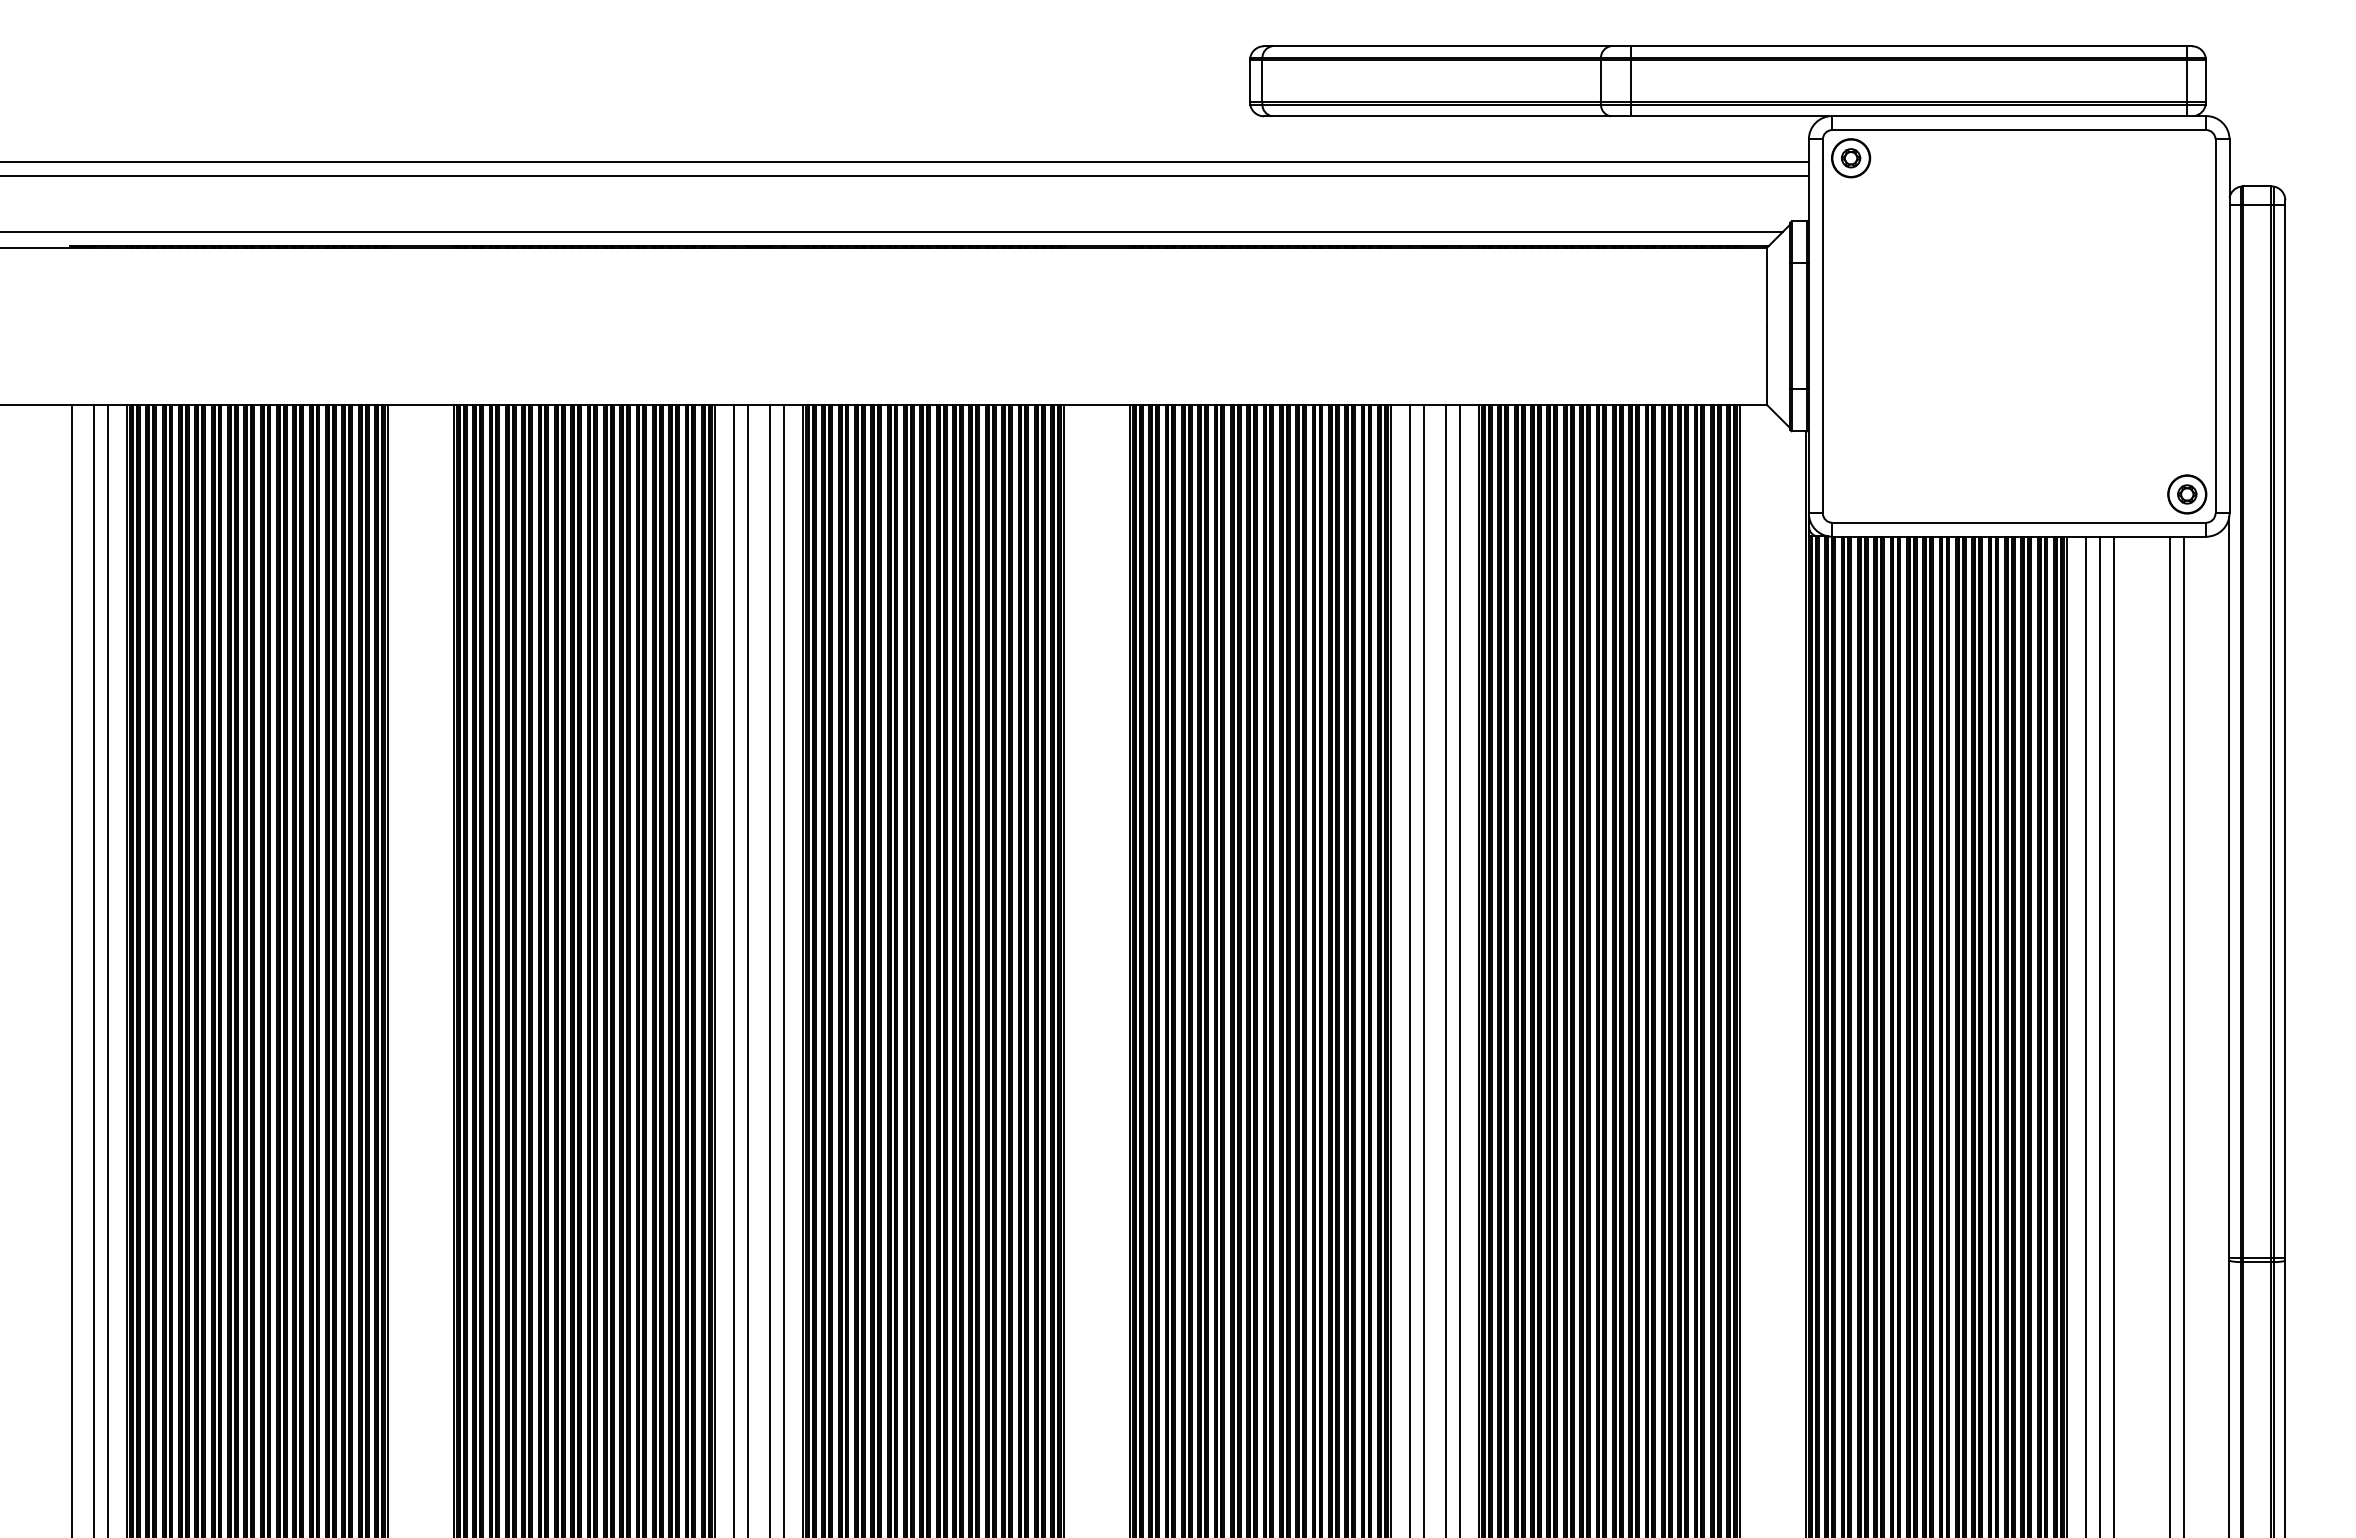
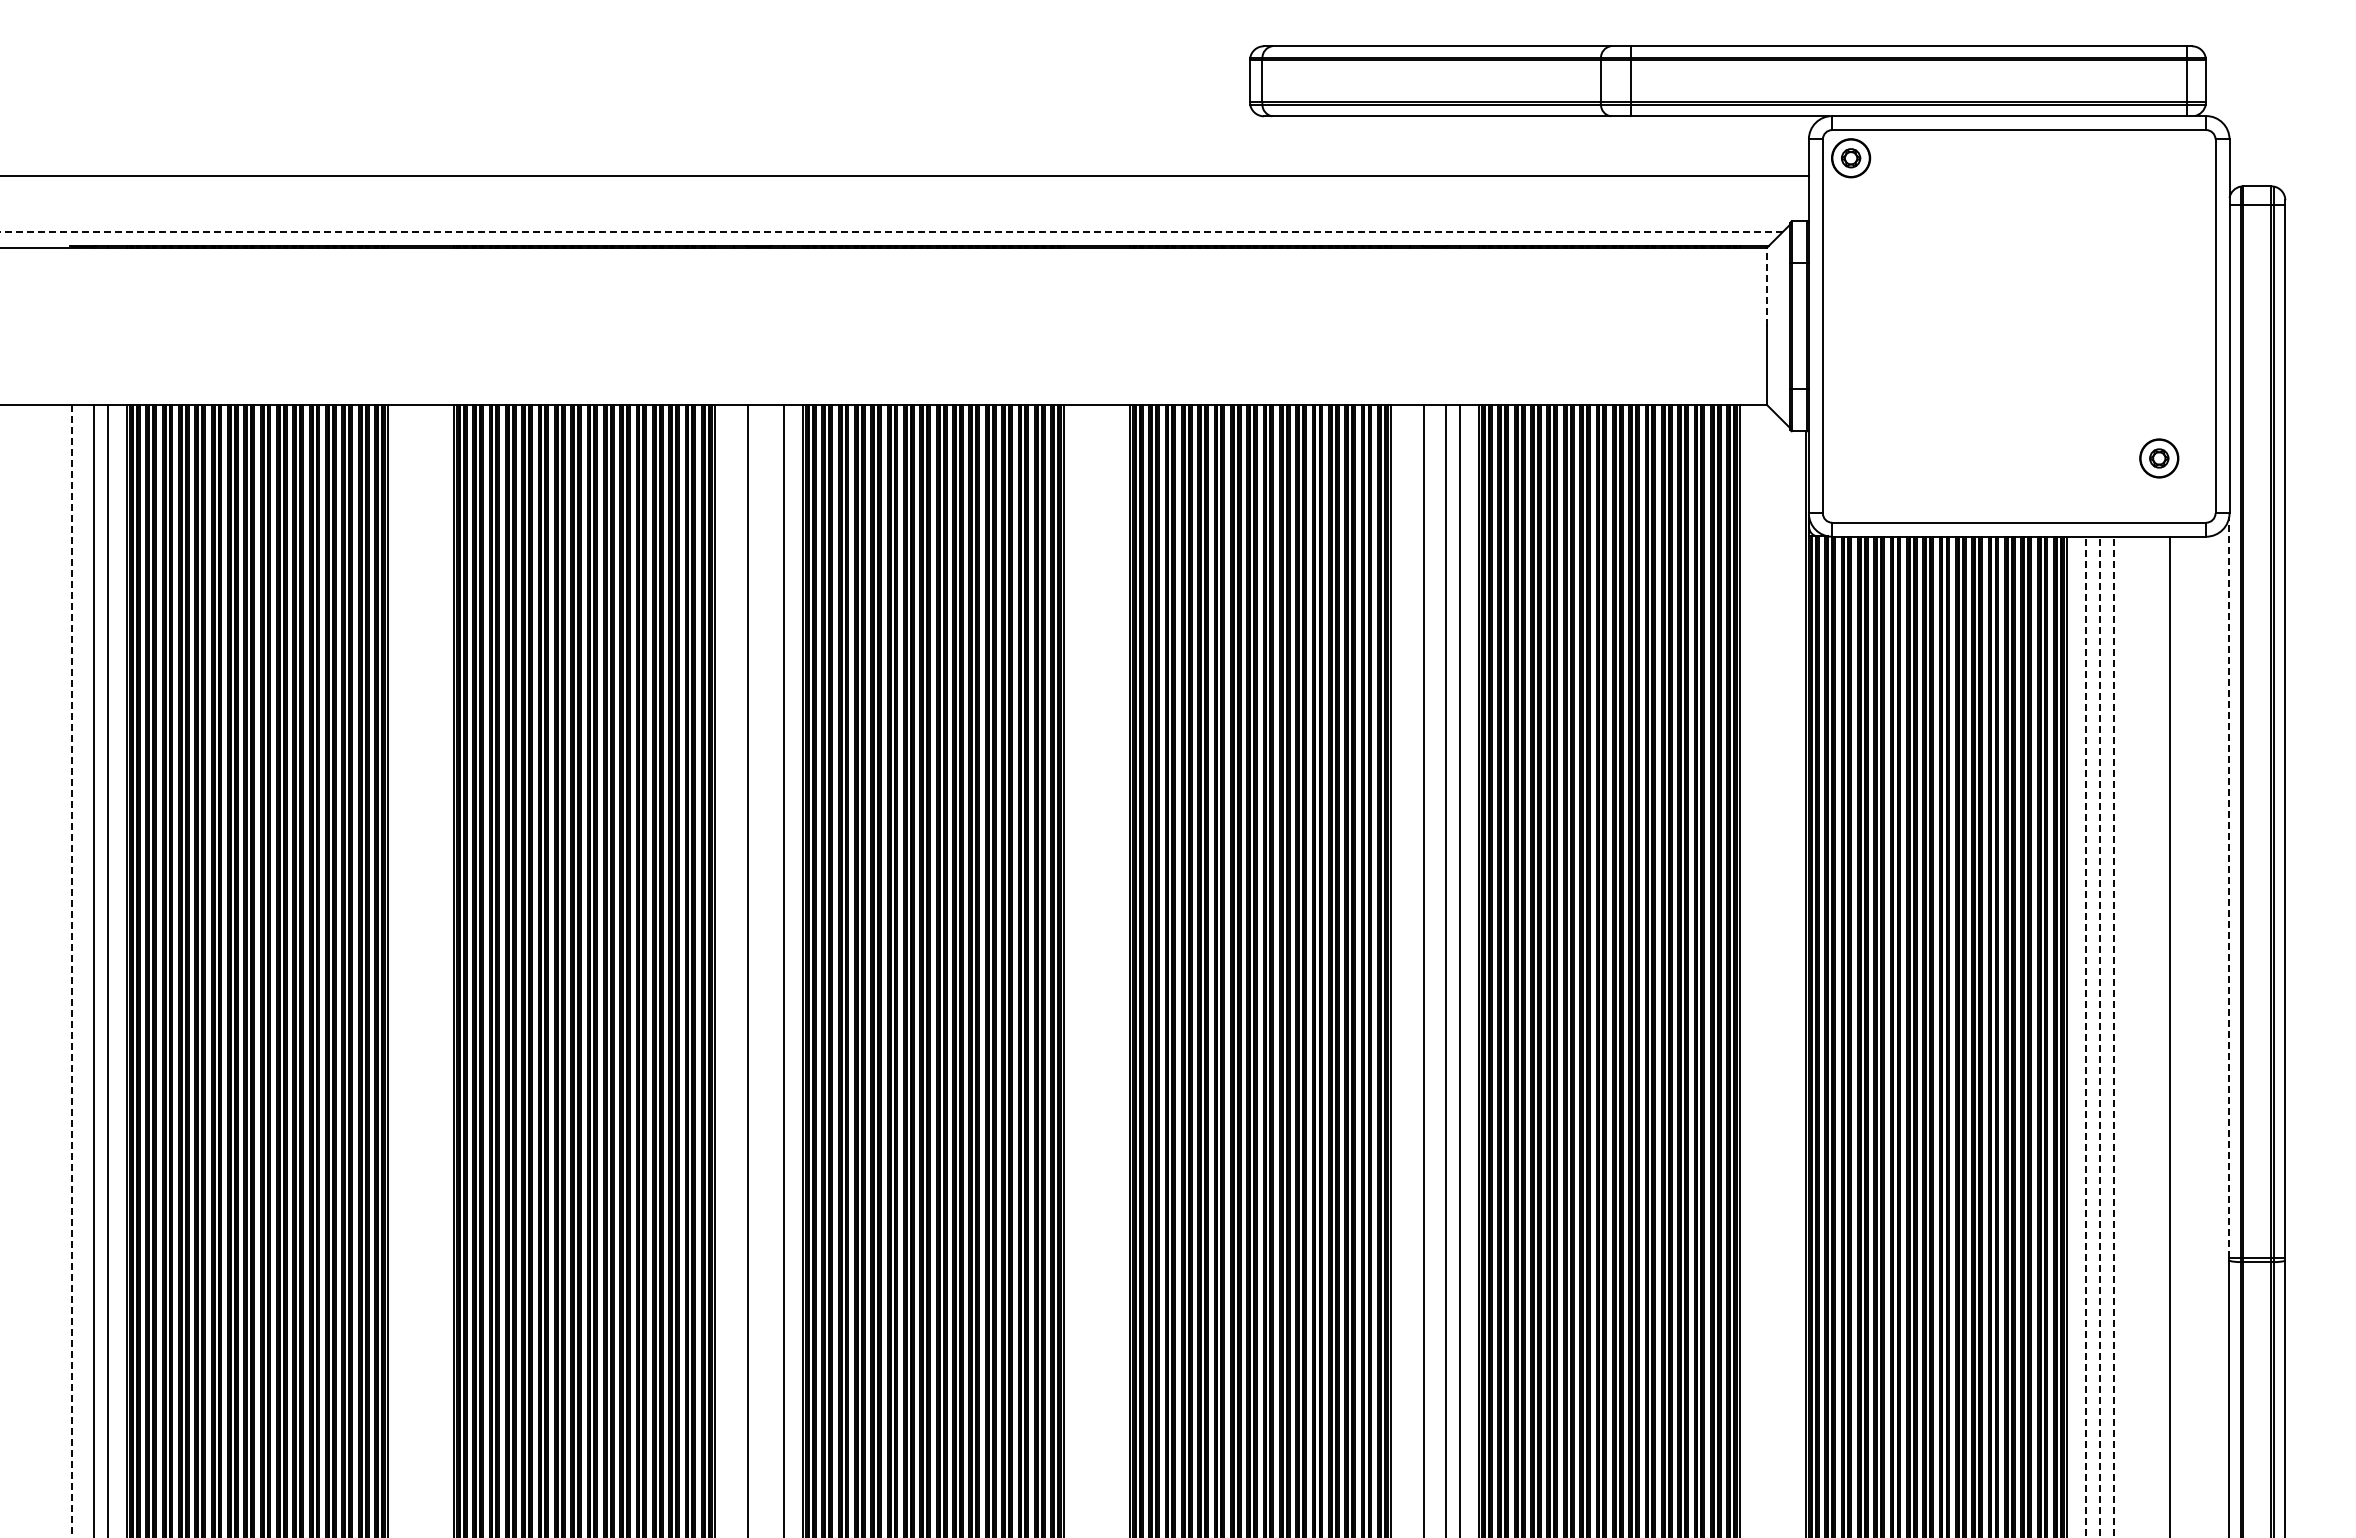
line at (905, 161): present -> none
line at (891, 231): solid -> dashed
line at (1767, 286): solid -> dashed
part at (2187, 494) position: (2187, 494) -> (2159, 458)
line at (2229, 887): solid -> dashed
line at (733, 969): present -> none
line at (770, 969): present -> none
line at (1409, 969): present -> none
line at (71, 971): solid -> dashed
line at (2183, 1035): present -> none
line at (2085, 1036): solid -> dashed
line at (2099, 1036): solid -> dashed
line at (2113, 1036): solid -> dashed
